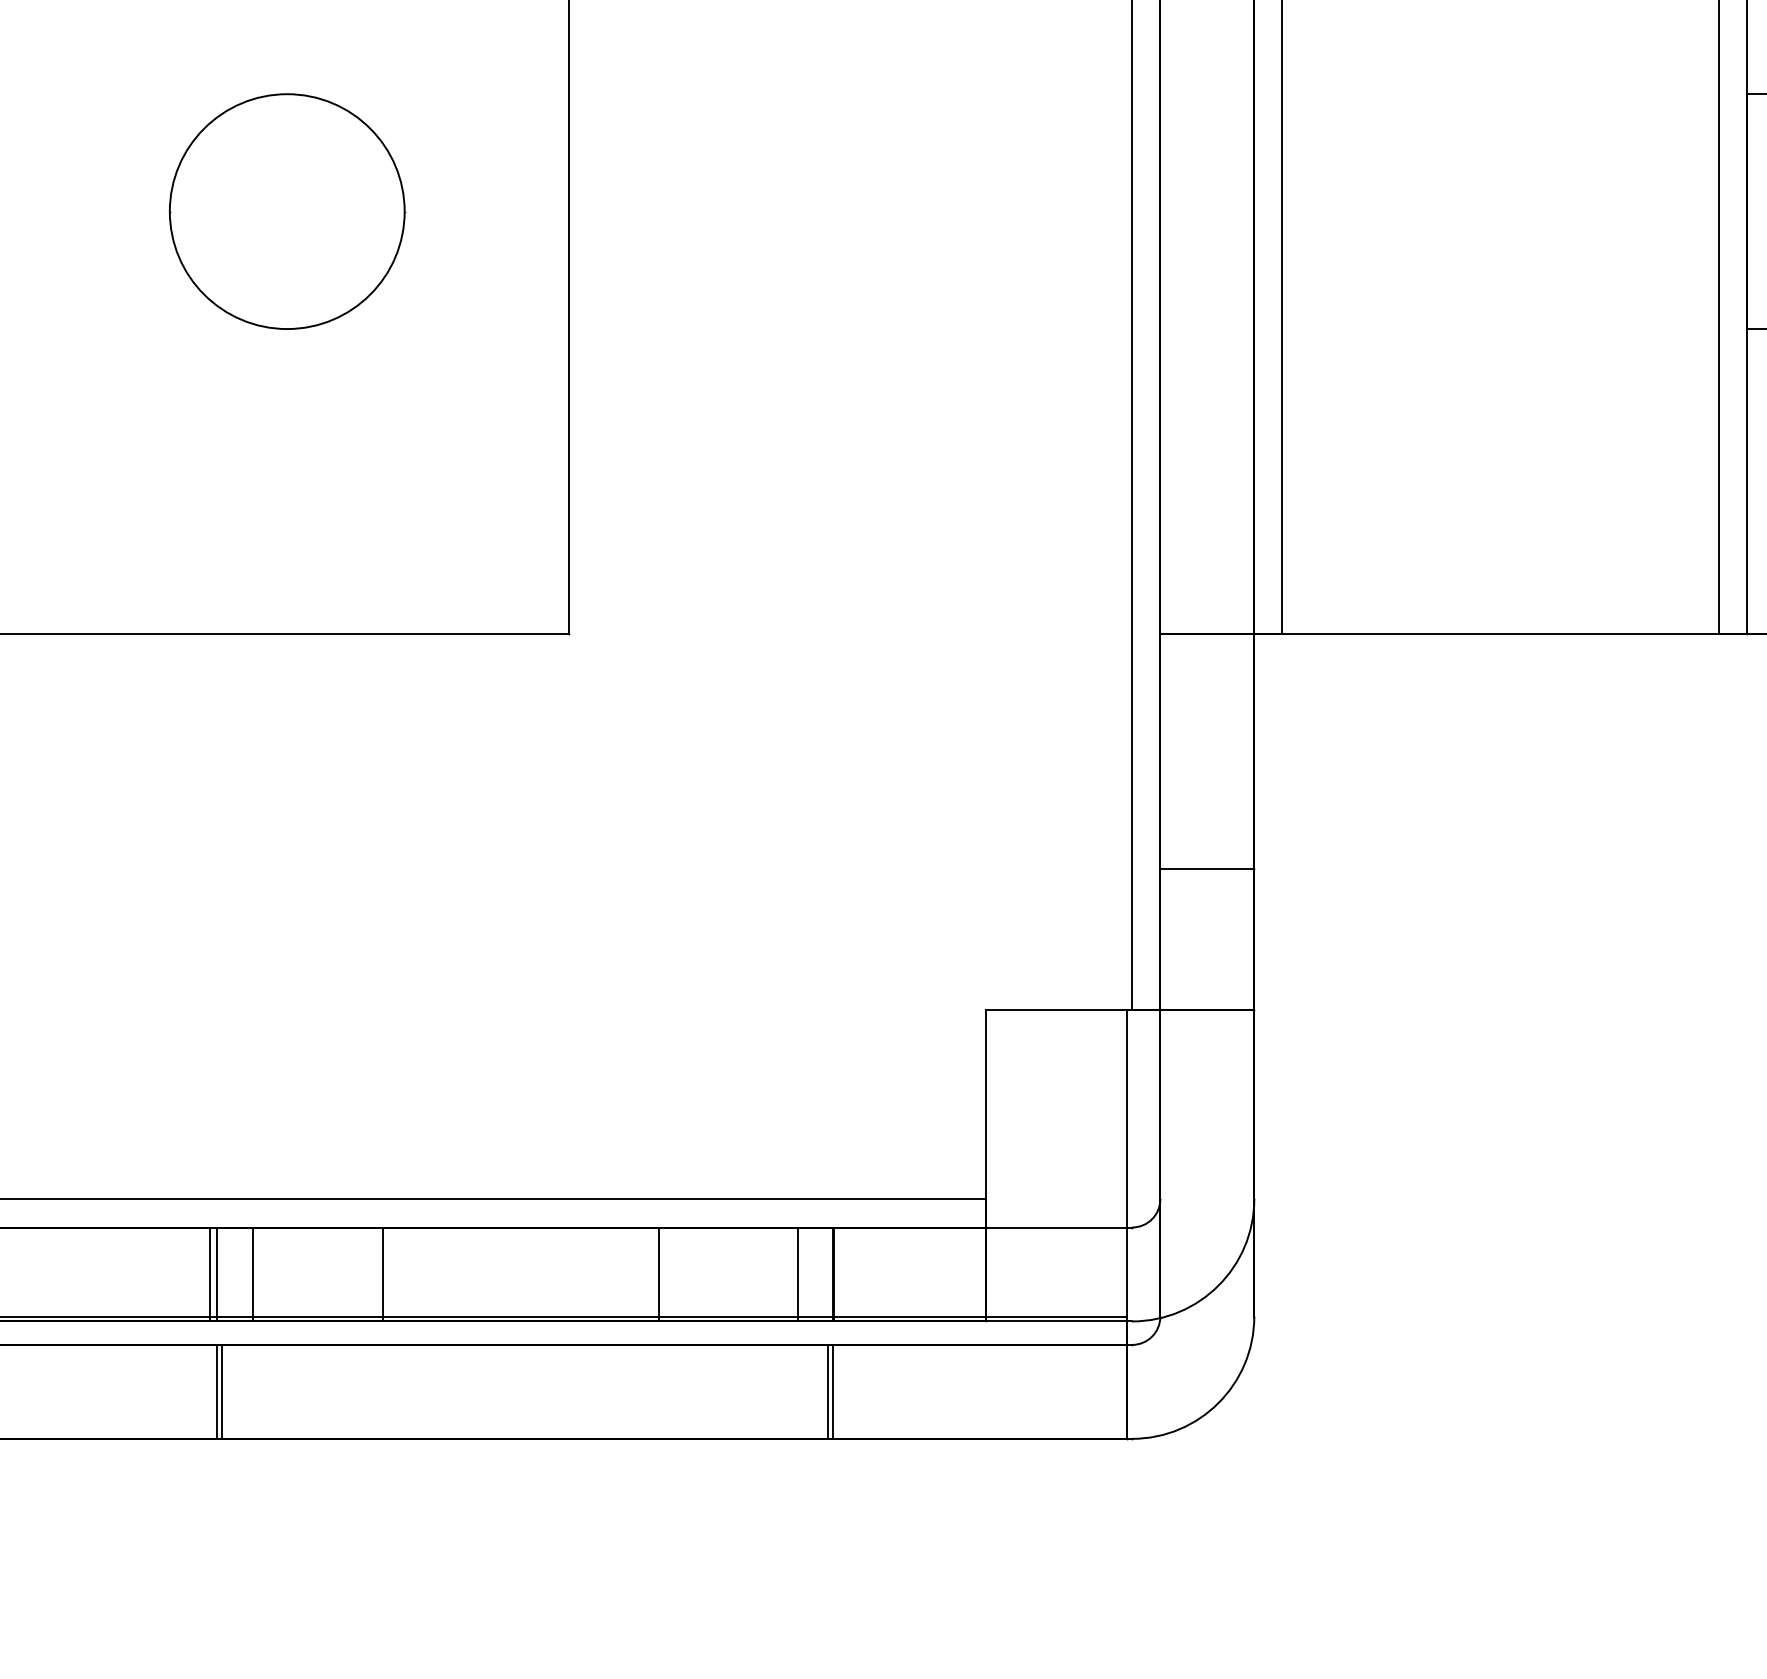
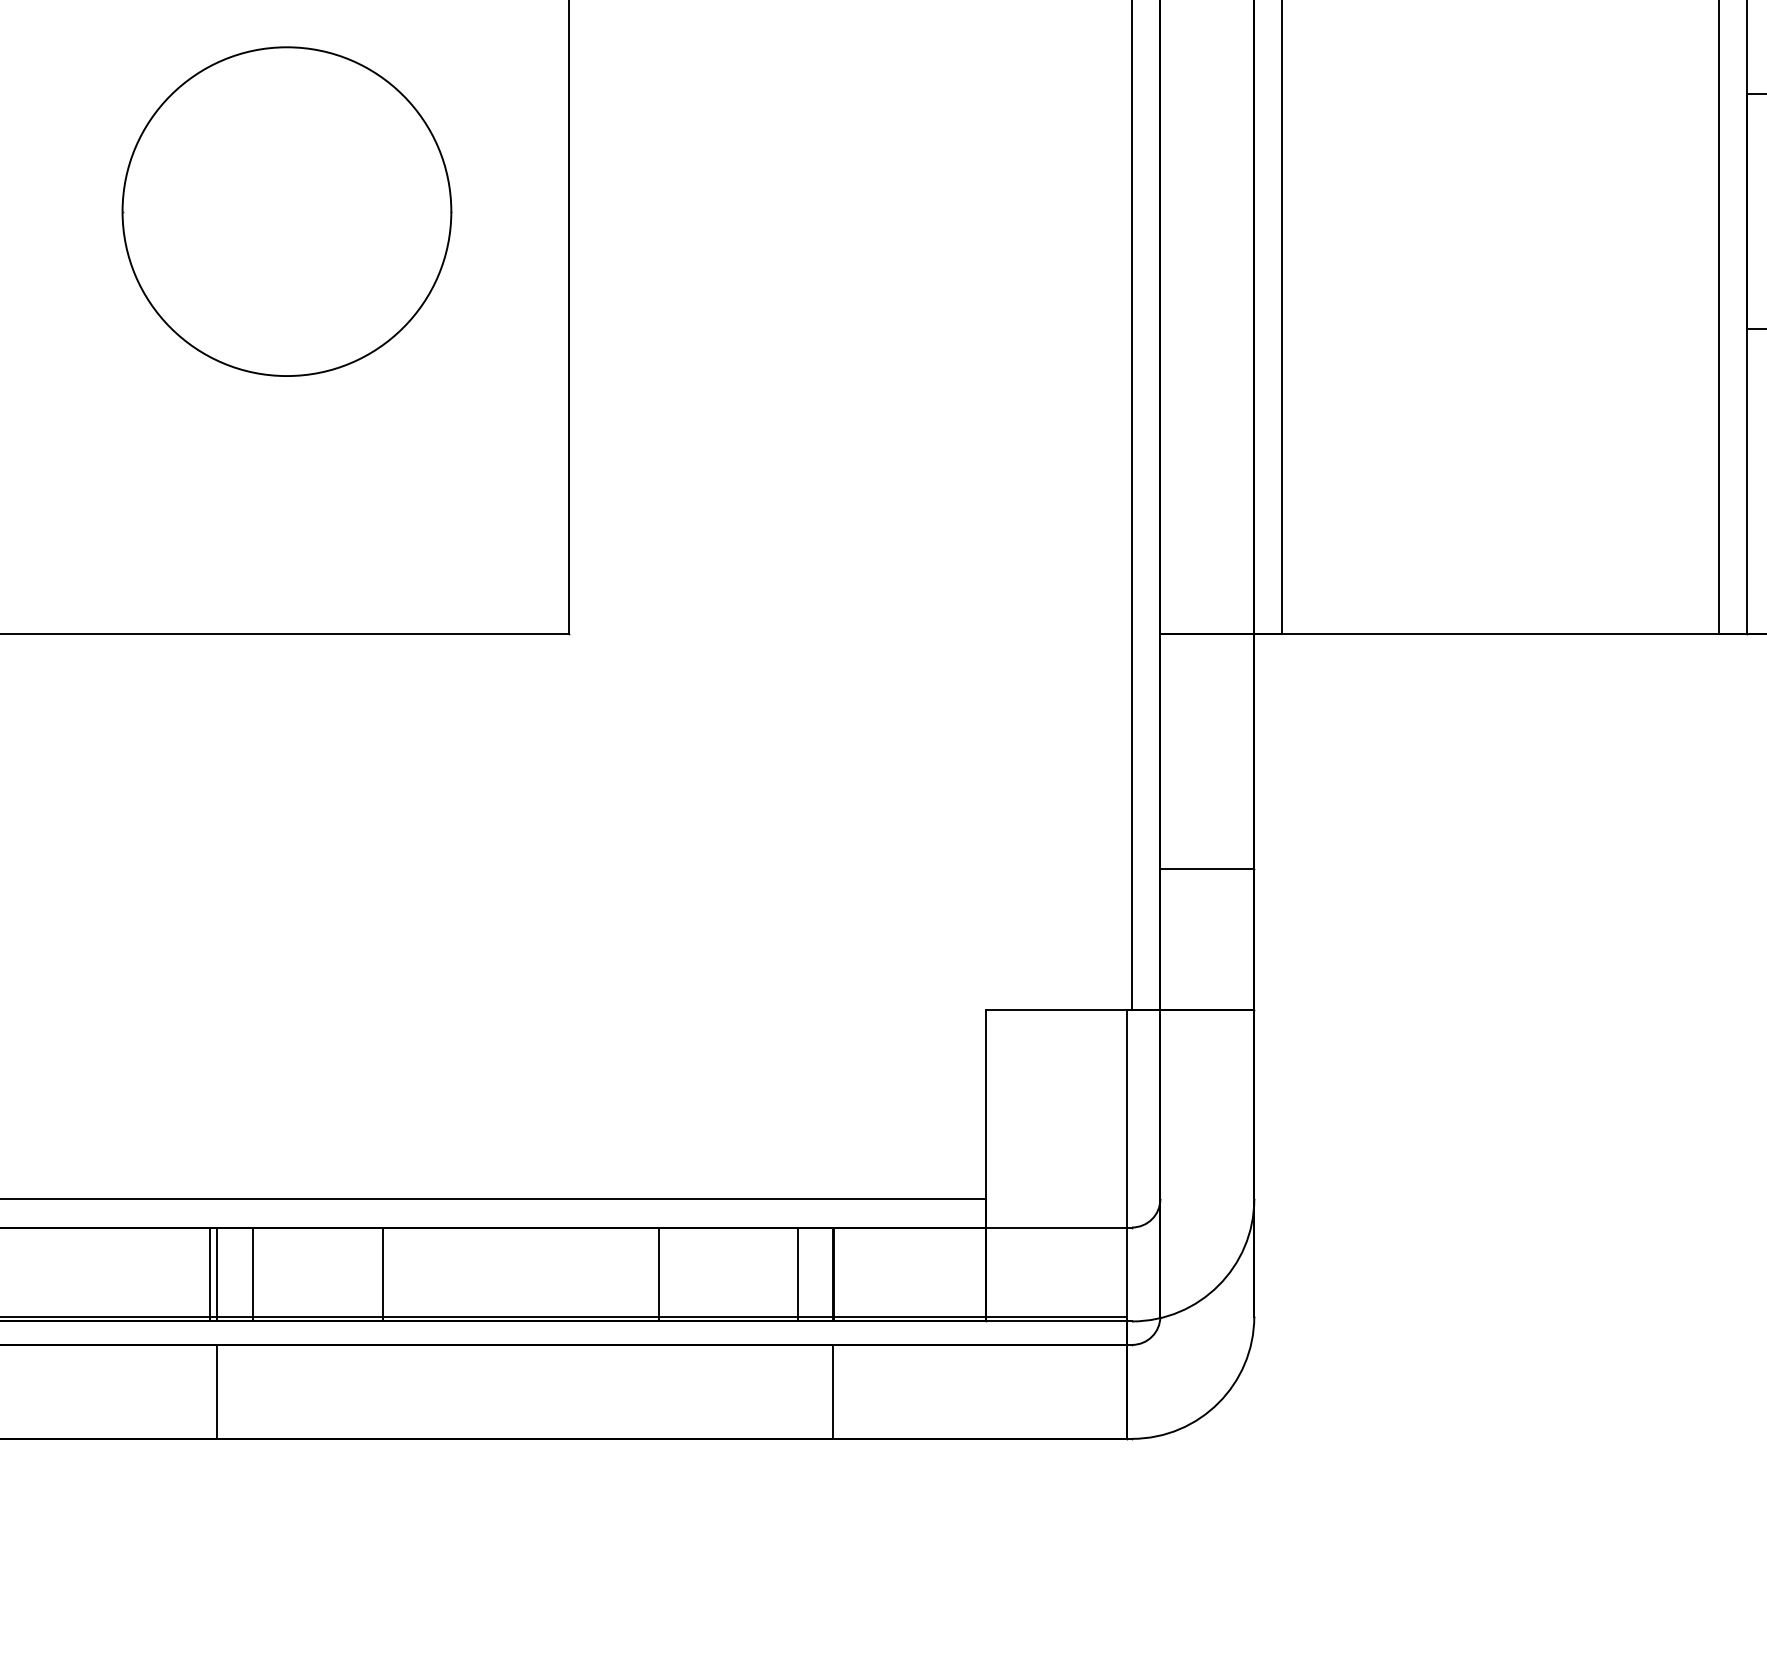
part at (287, 211) size: 238x237 px -> 332x331 px
line at (221, 1391): present -> none
line at (827, 1391): present -> none
